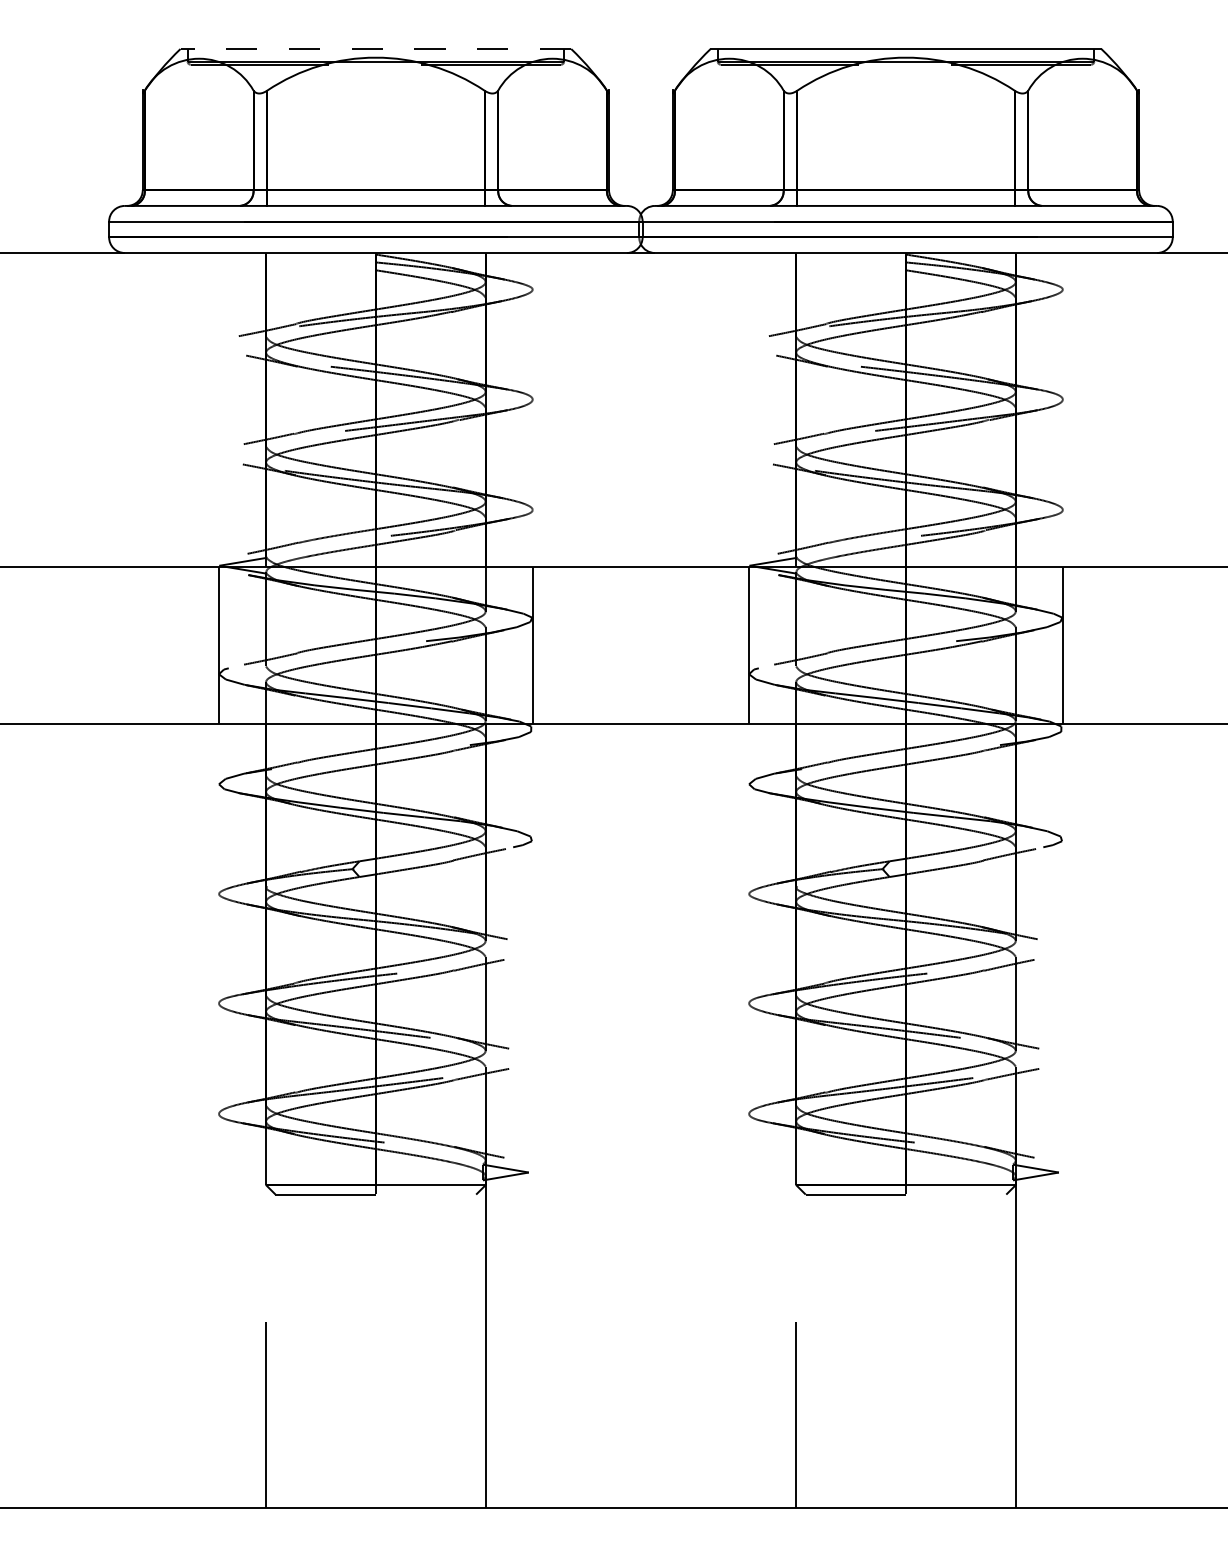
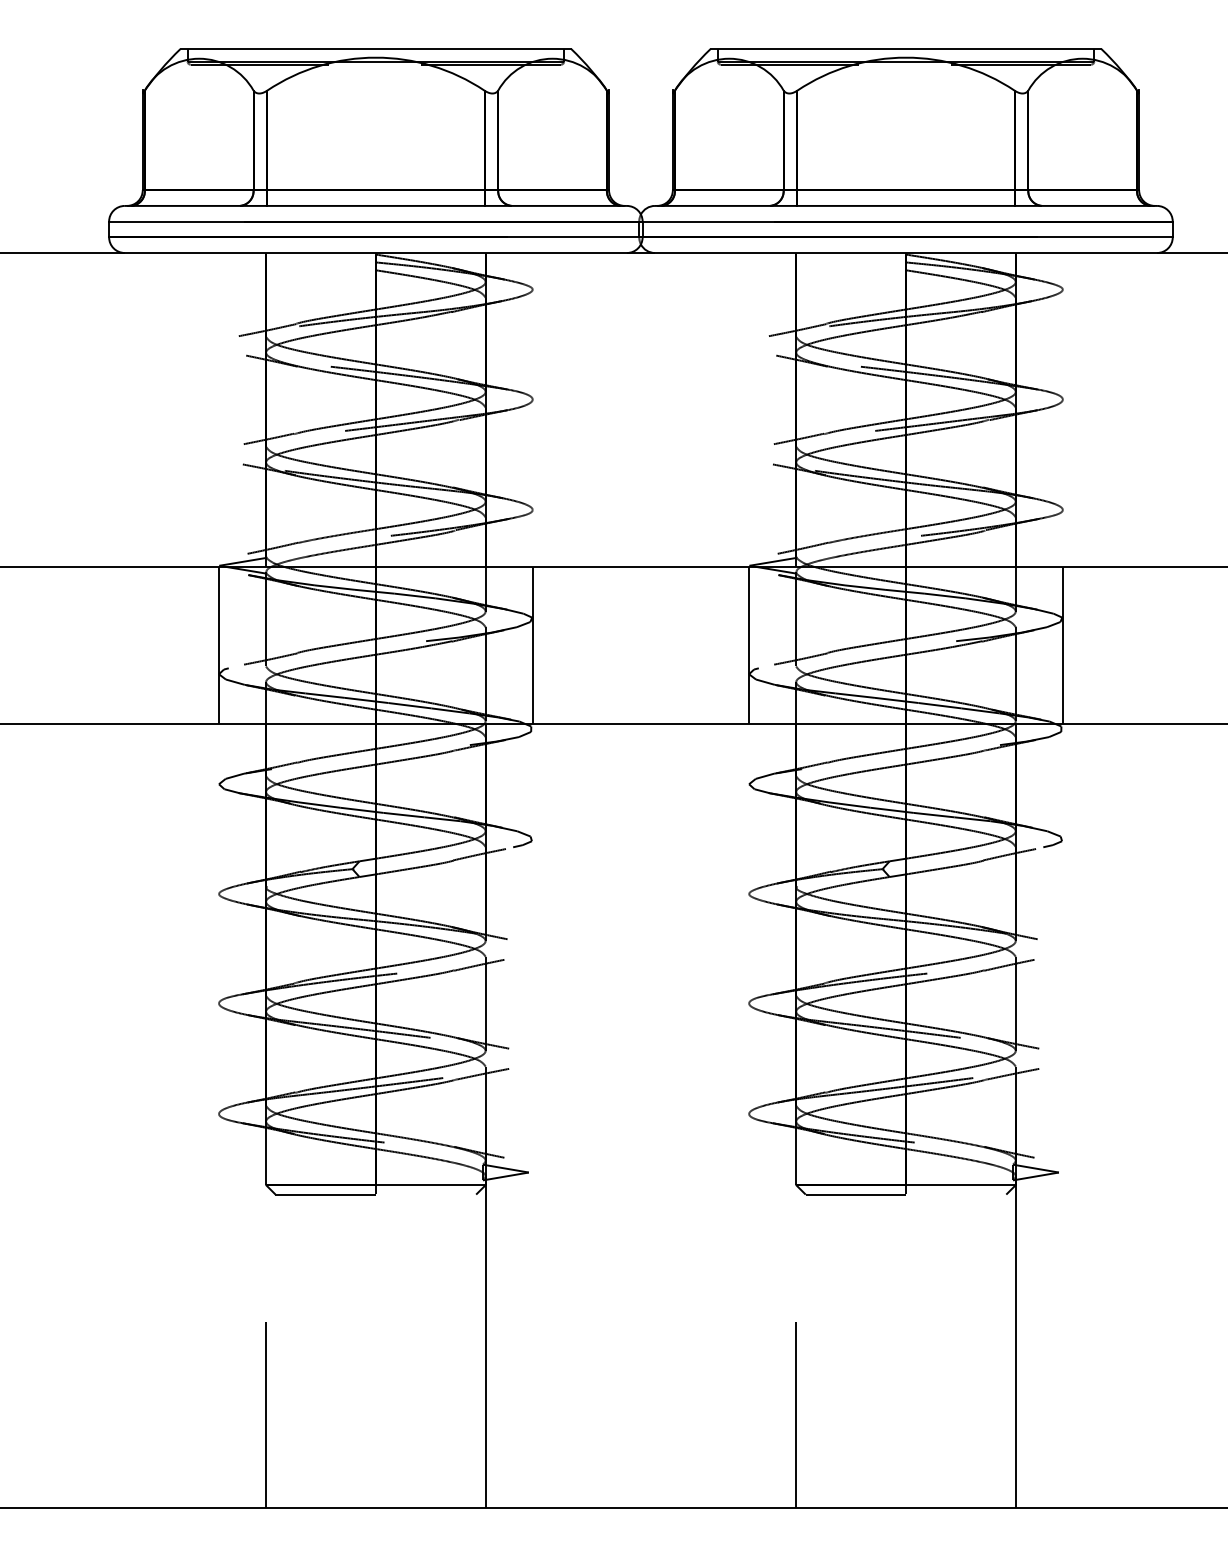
line at (375, 49): dashed -> solid
